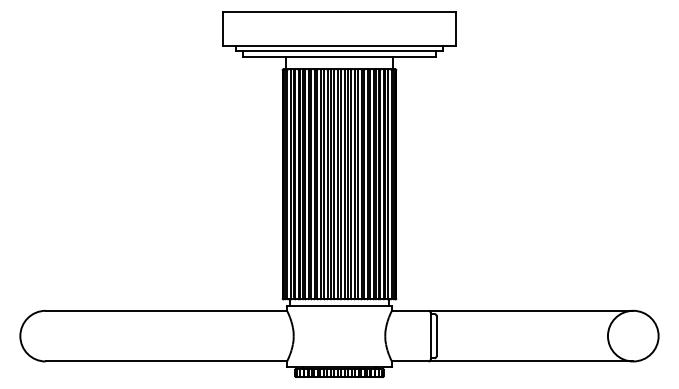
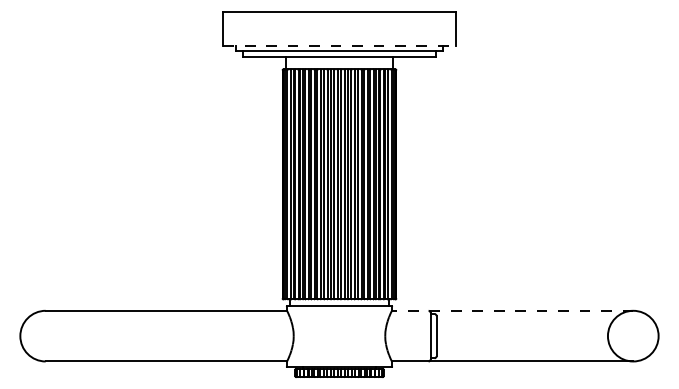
line at (339, 46): solid -> dashed
line at (512, 310): solid -> dashed
